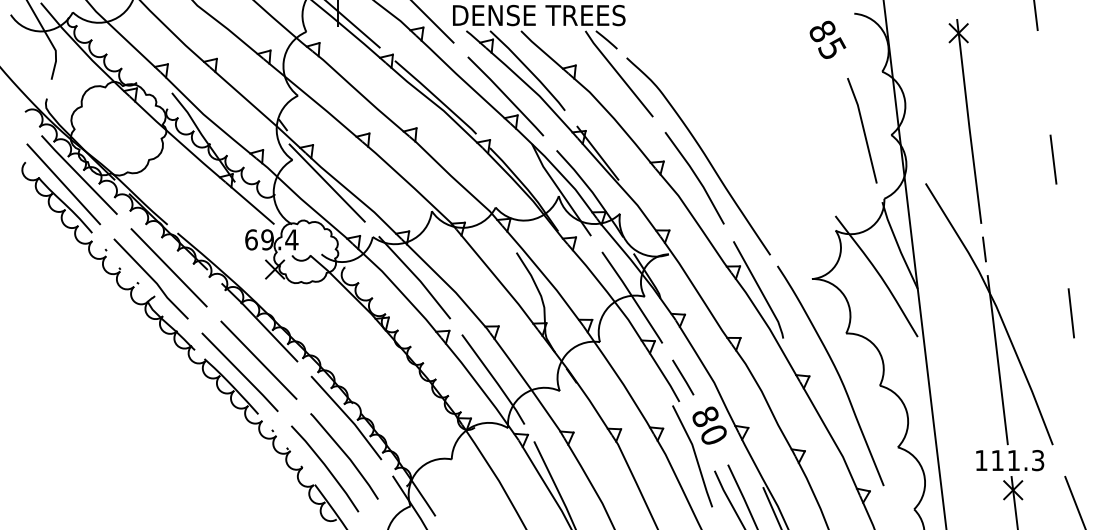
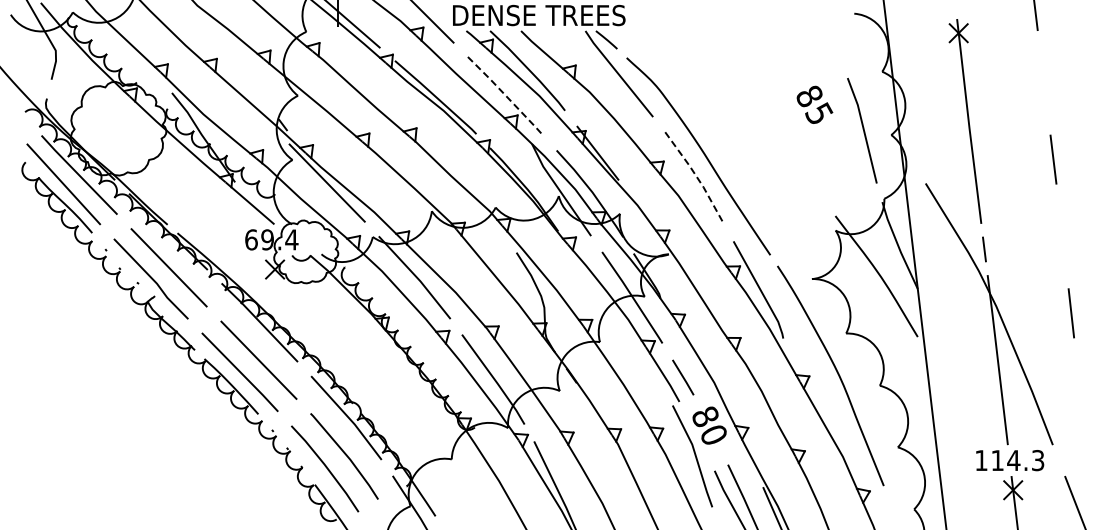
text at (827, 39) position: (827, 39) -> (814, 104)
line at (506, 96): solid -> dashed
line at (697, 177): solid -> dashed
text at (1013, 460): 111.3 -> 114.3
